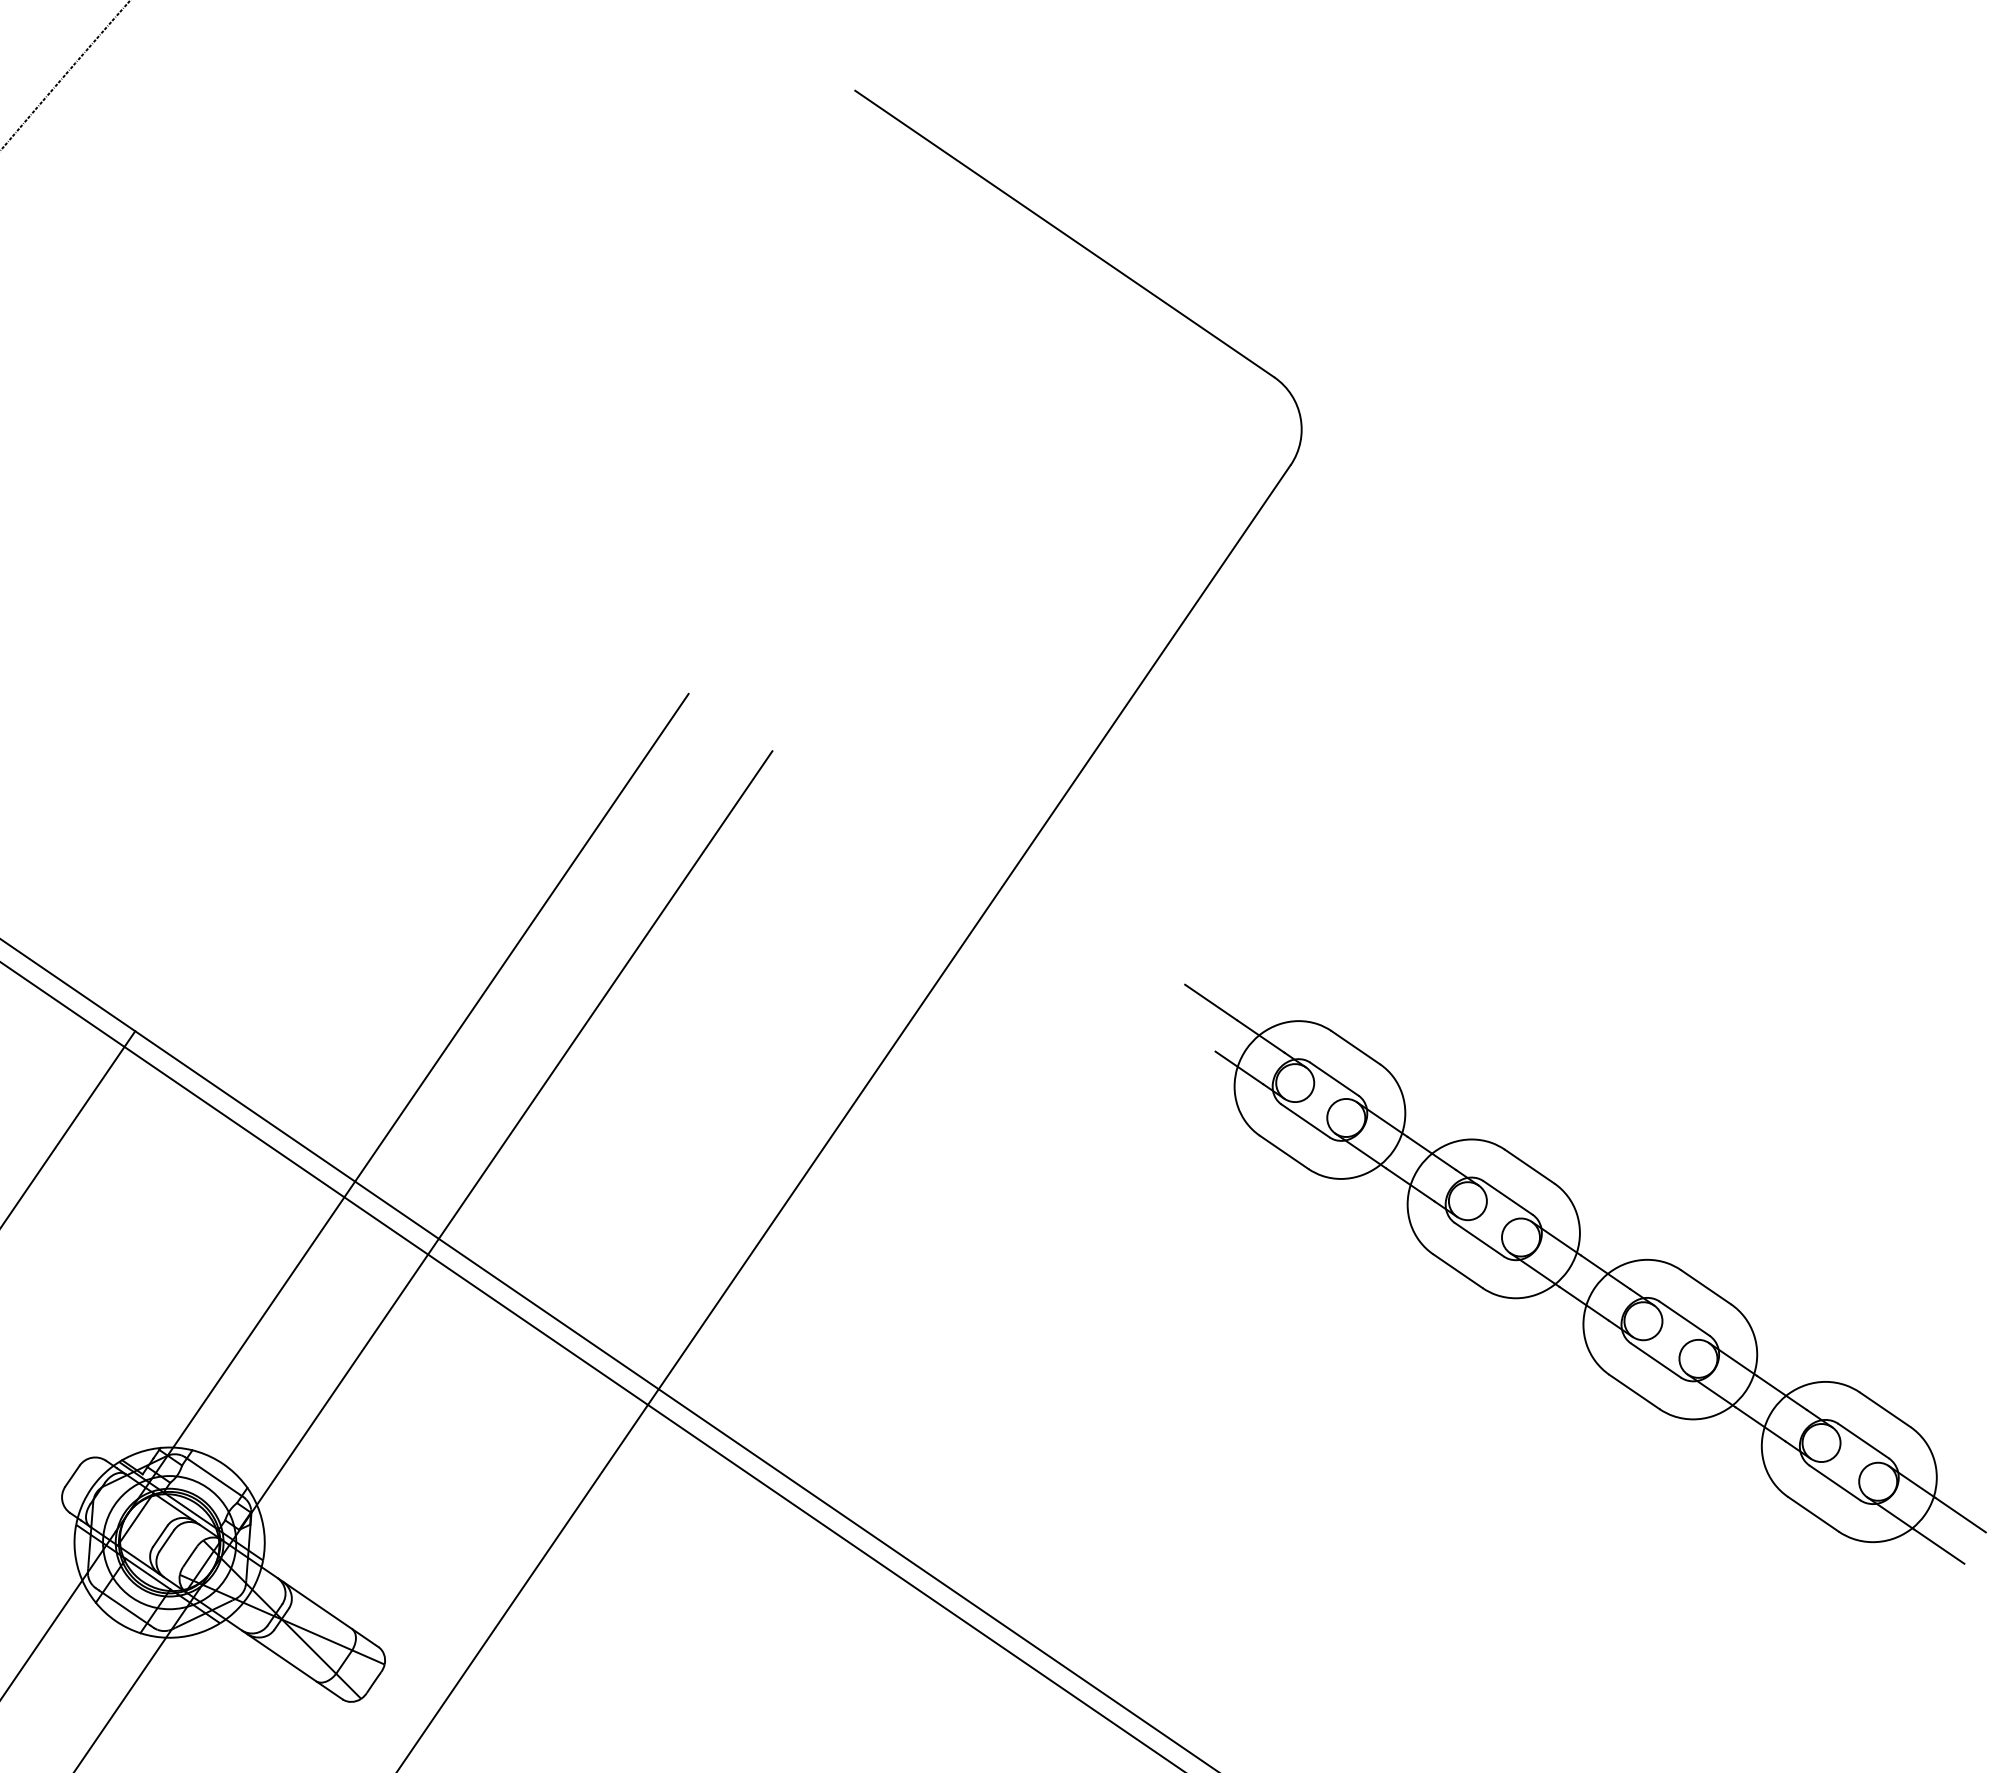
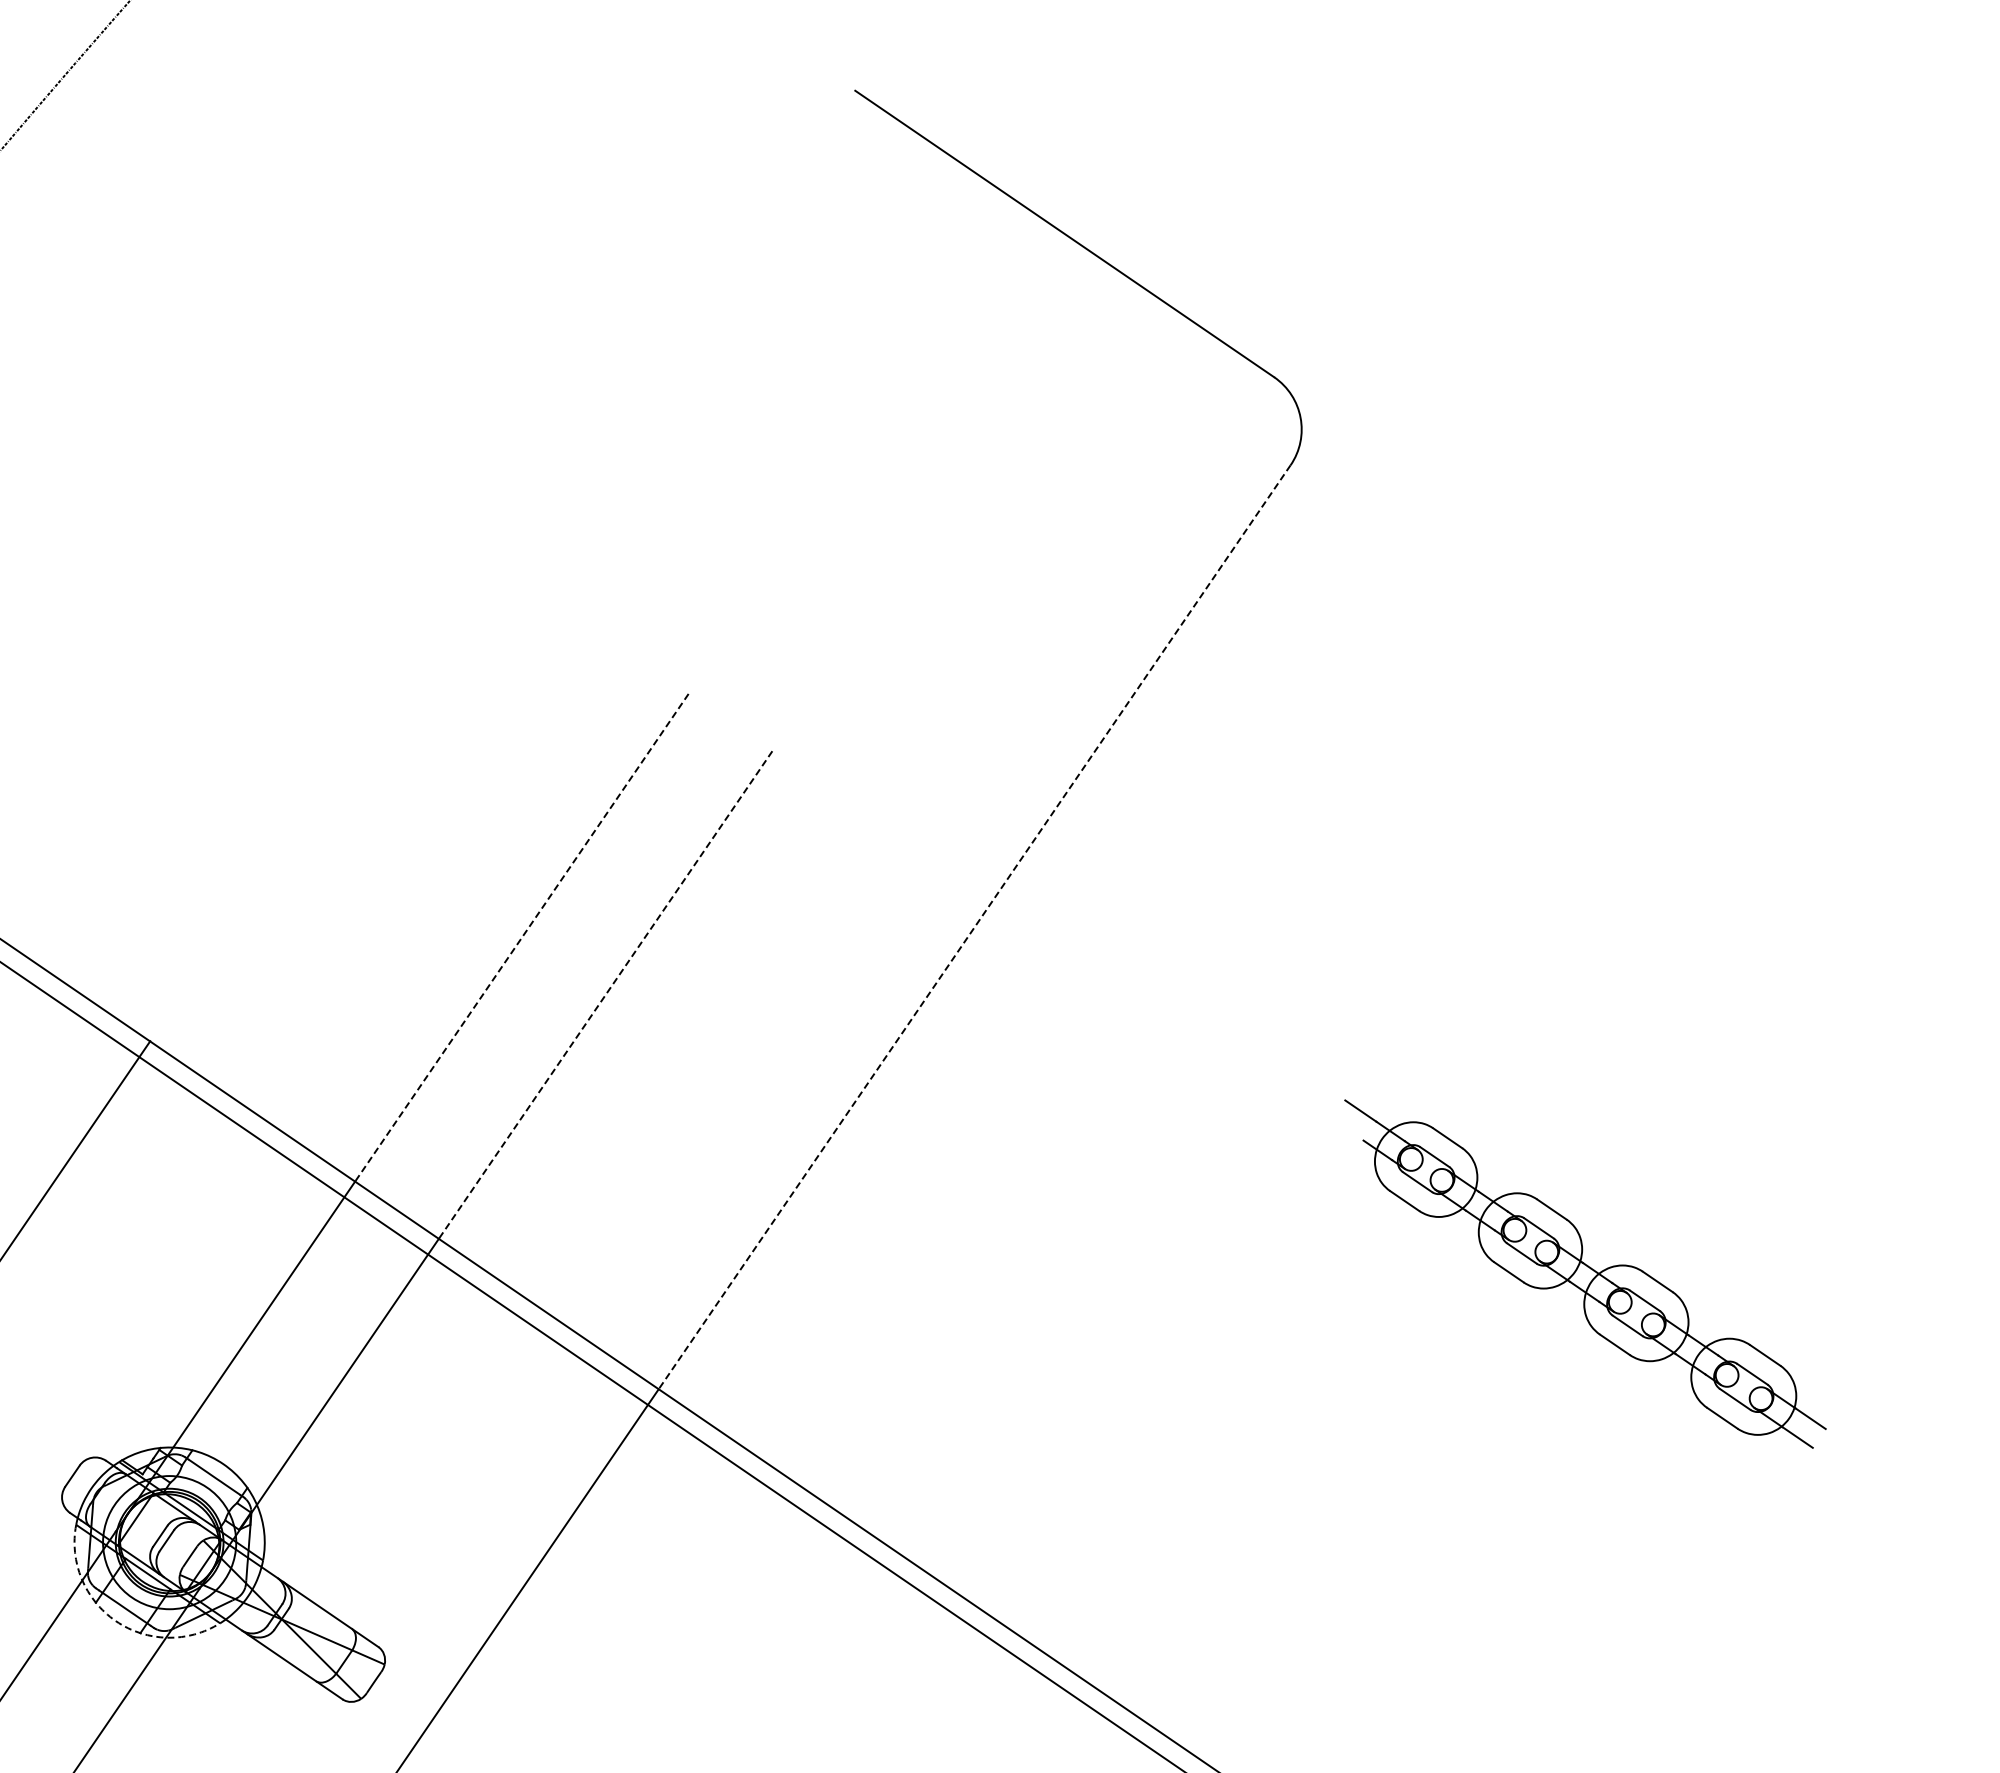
line at (974, 927): solid -> dashed
line at (521, 938): solid -> dashed
line at (605, 995): solid -> dashed
line at (68, 1128) position: (68, 1128) -> (76, 1149)
part at (1585, 1273) size: 803x582 px -> 483x350 px
arc at (115, 1621): solid -> dashed
